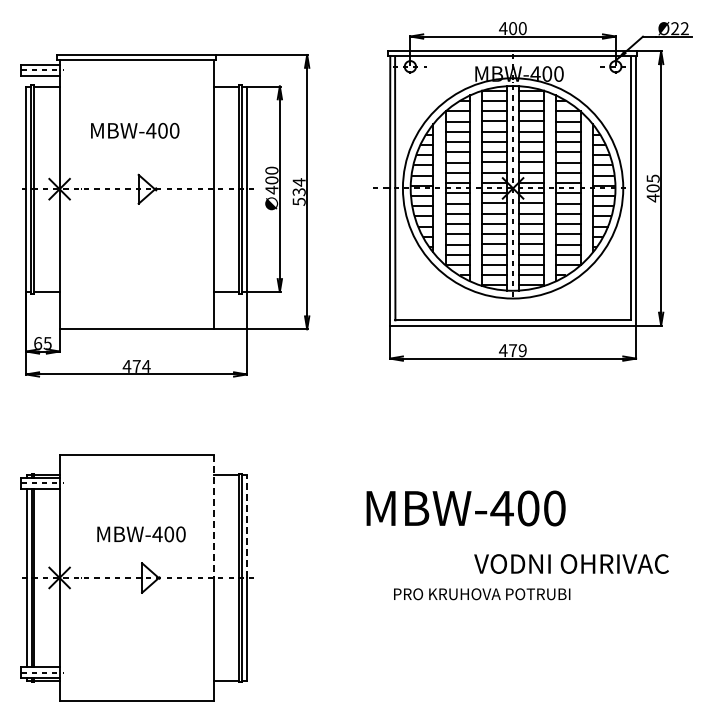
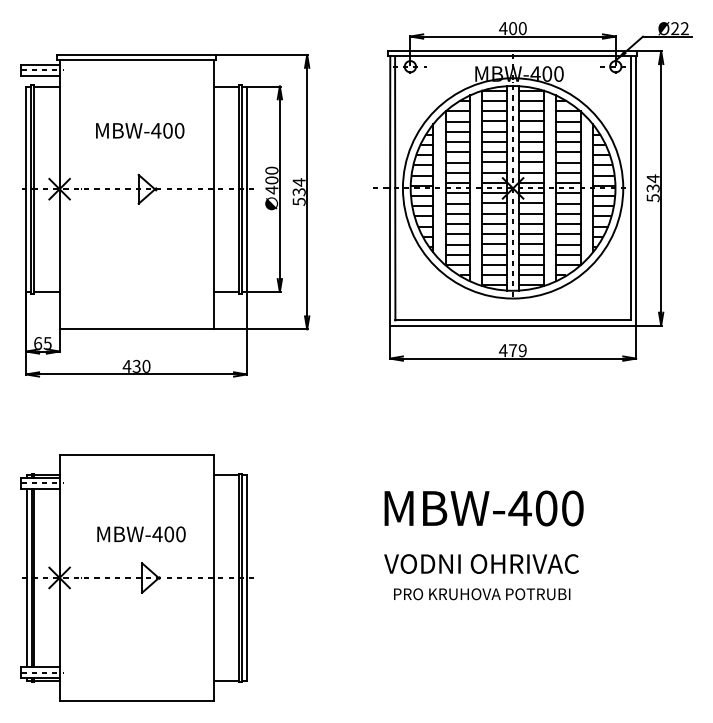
text at (135, 130) position: (135, 130) -> (140, 130)
text at (652, 188): 405 -> 534
text at (141, 365): 474 -> 430
text at (465, 508) position: (465, 508) -> (483, 508)
line at (213, 517): dashed -> solid
line at (246, 526): dashed -> solid
text at (571, 563) position: (571, 563) -> (481, 563)
